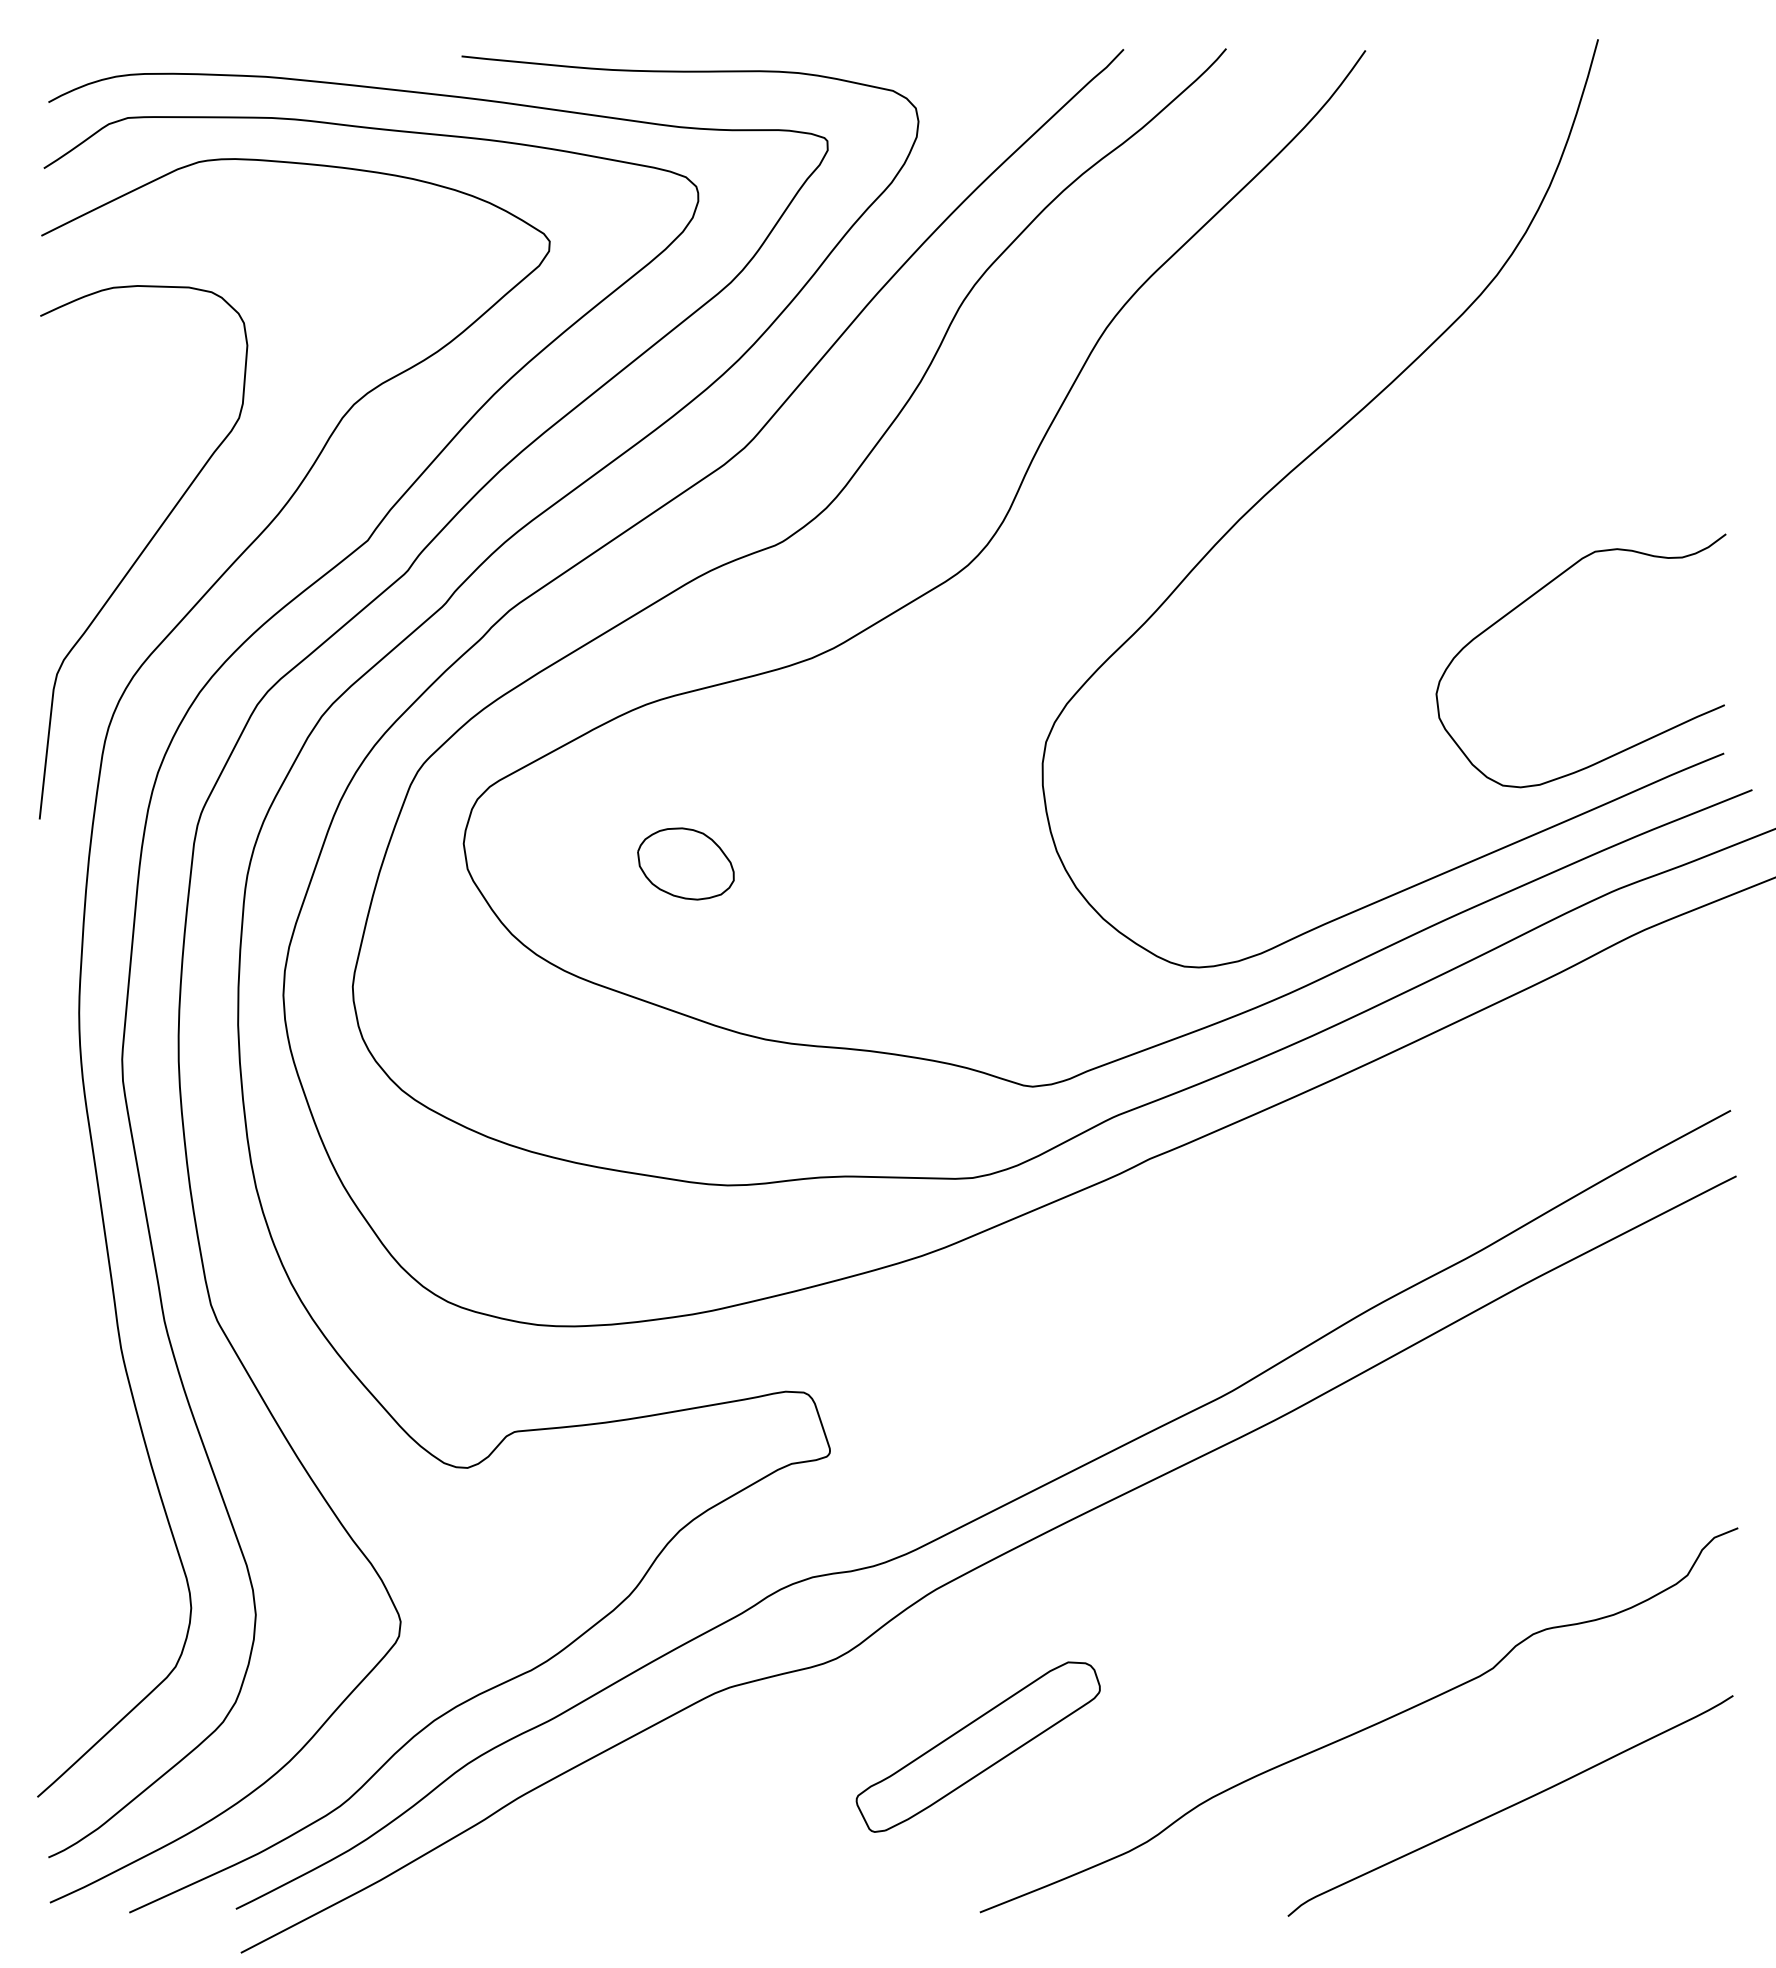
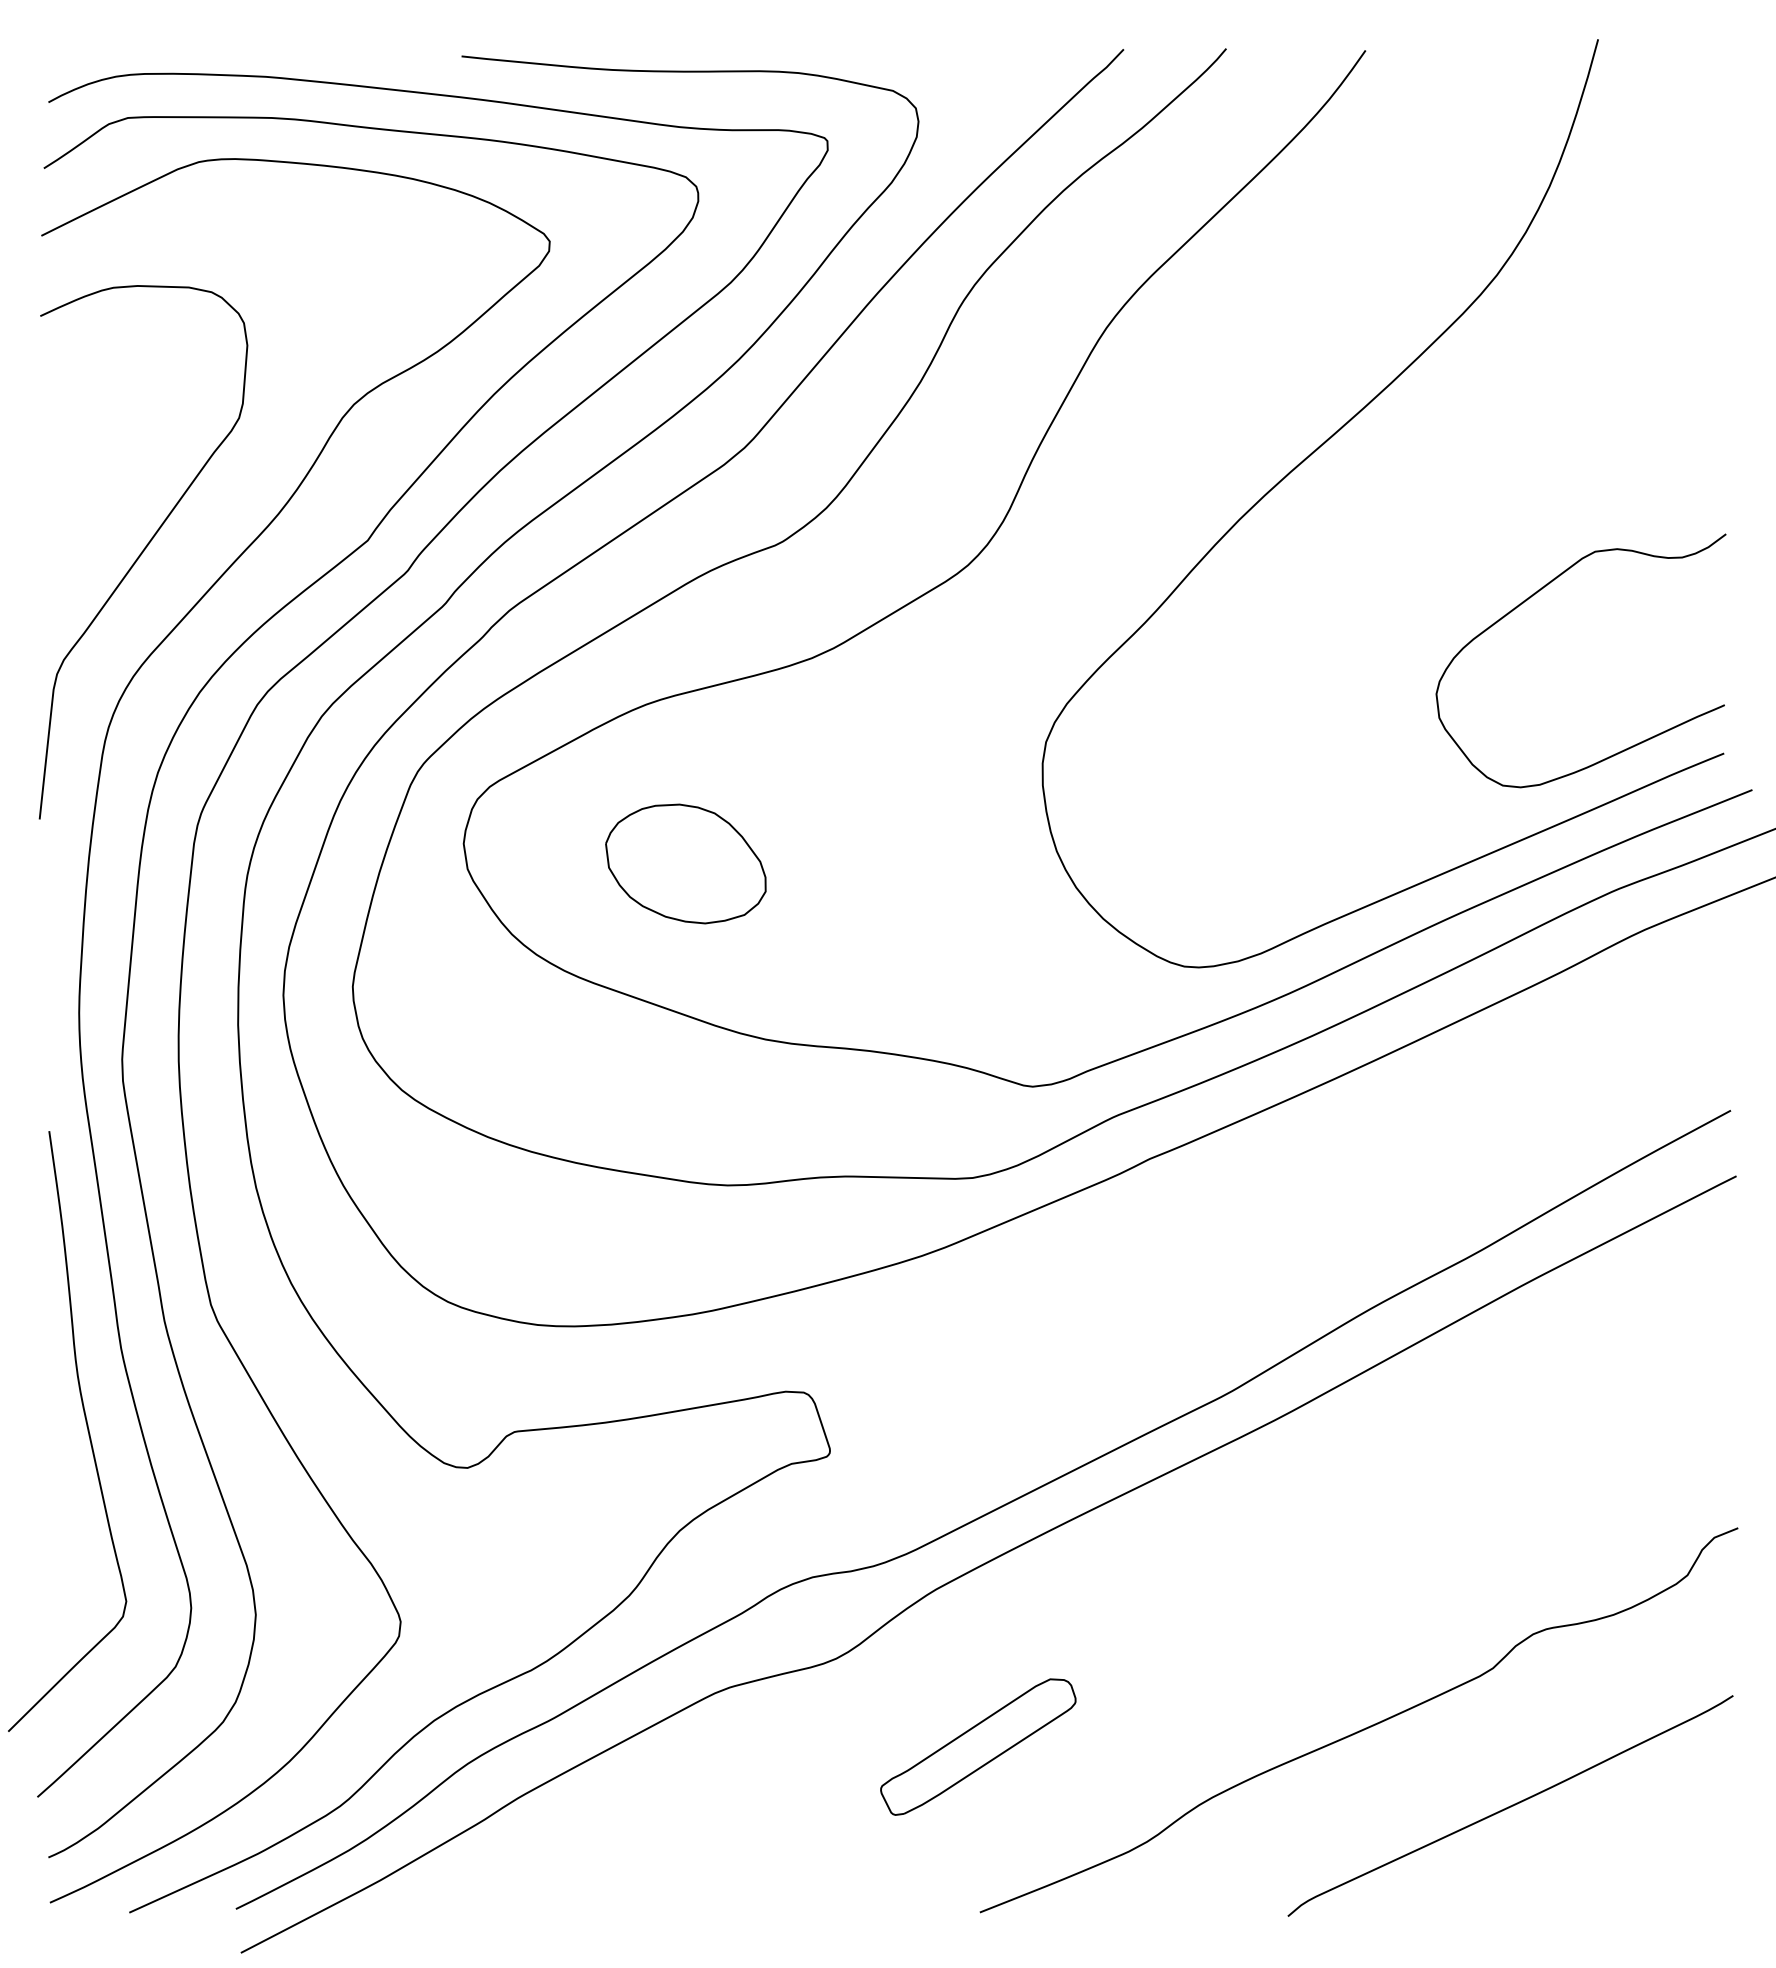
part at (685, 863) size: 98x74 px -> 162x122 px
curve at (86, 1426): none -> present
part at (977, 1746) size: 246x172 px -> 197x138 px
